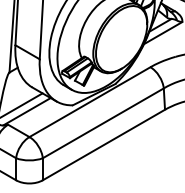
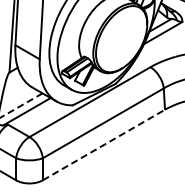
line at (21, 105): solid -> dashed
line at (103, 145): solid -> dashed
